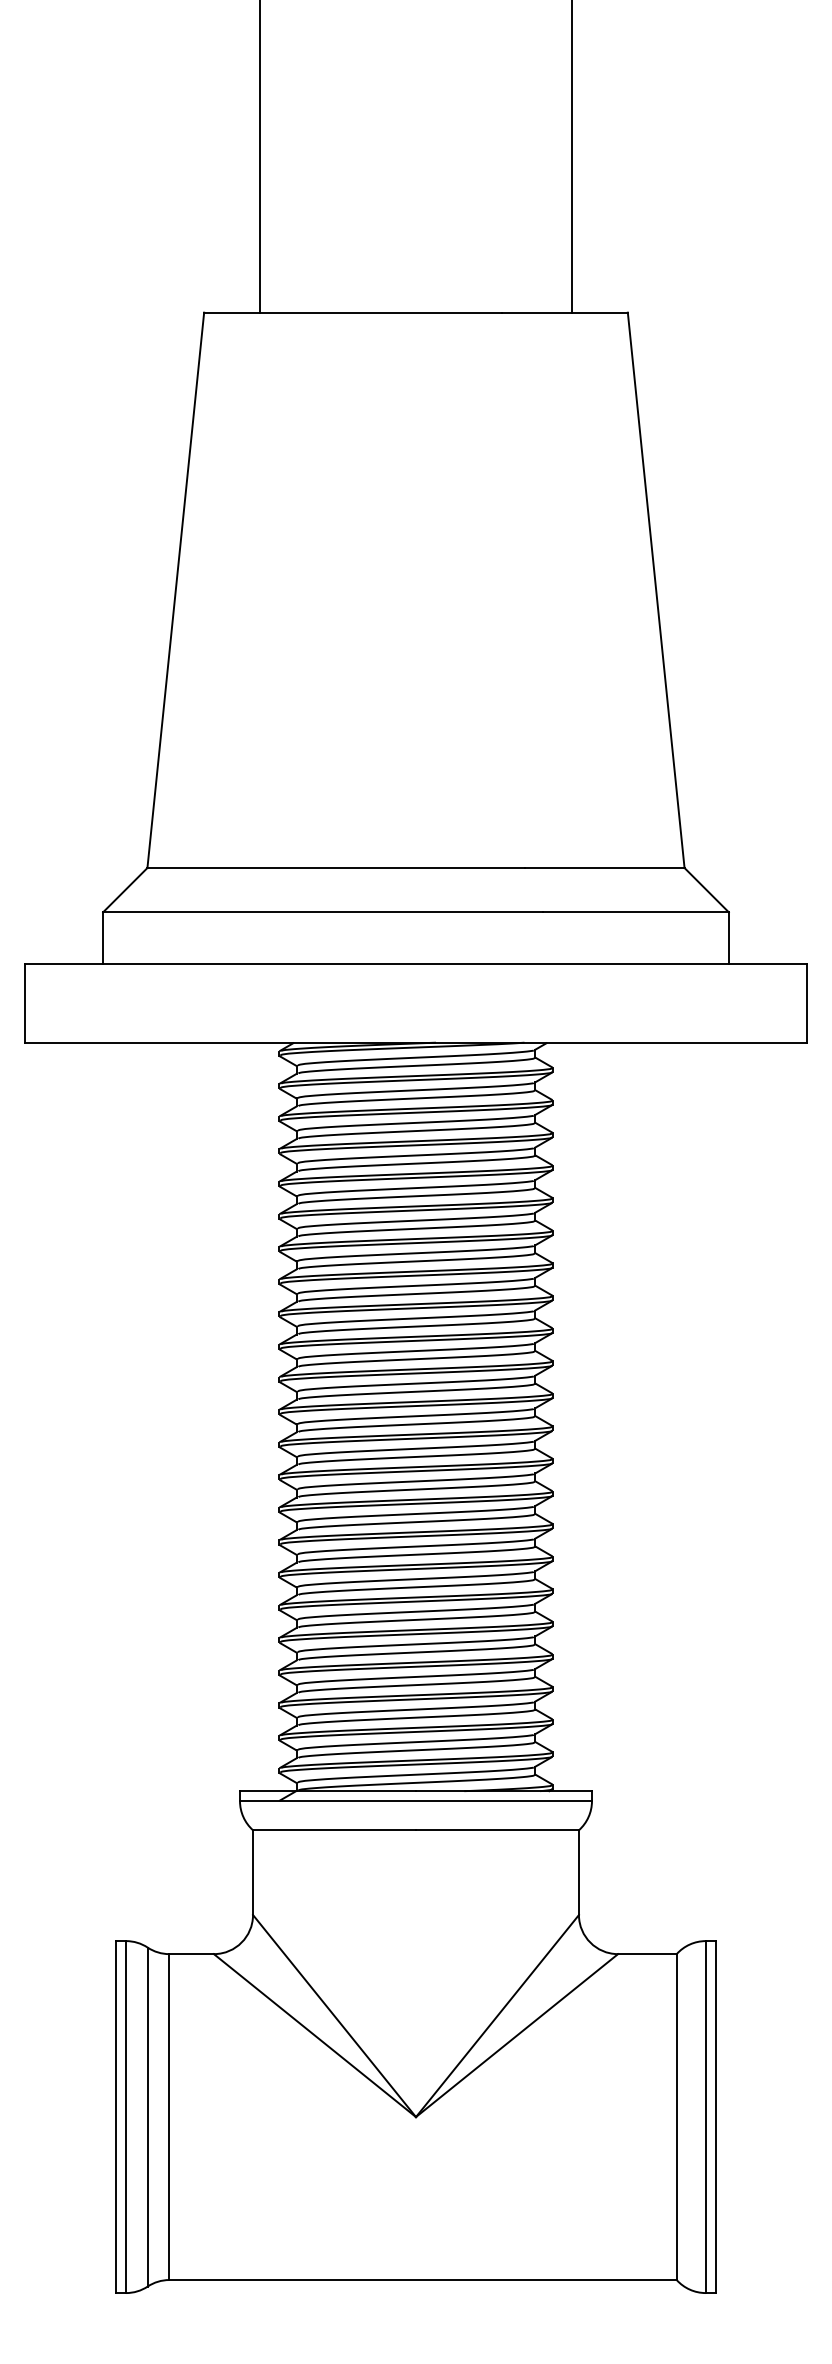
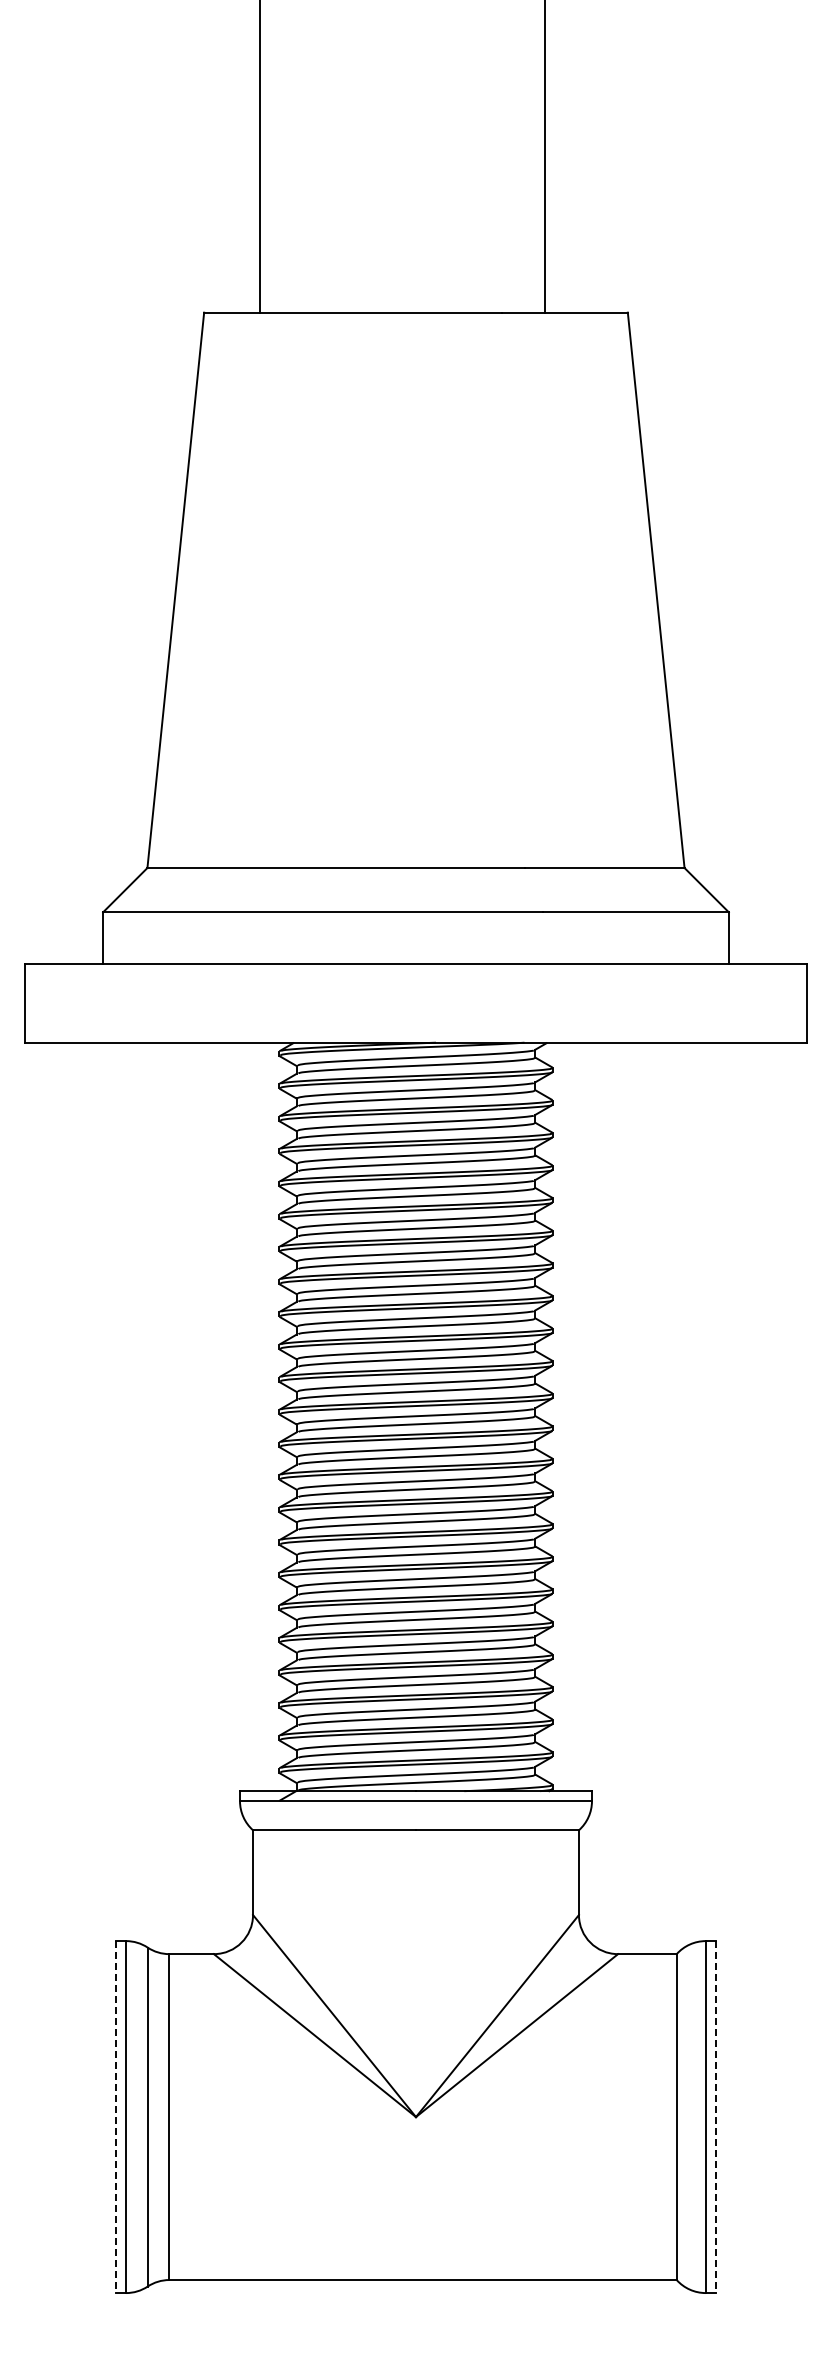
line at (572, 157) position: (572, 157) -> (545, 157)
line at (116, 2117): solid -> dashed
line at (715, 2117): solid -> dashed
